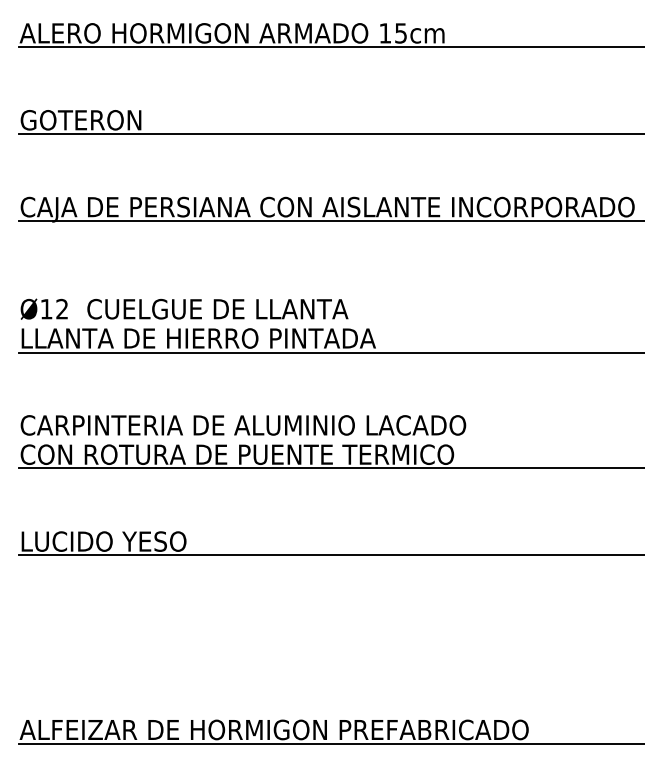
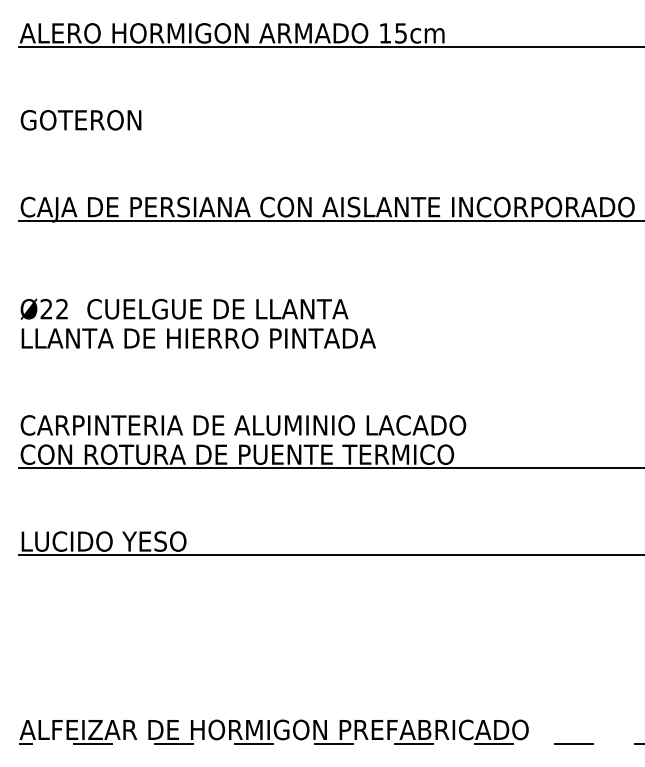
line at (330, 134): present -> none
text at (46, 308): Ø12 -> Ø22
line at (330, 352): present -> none
line at (331, 743): solid -> dashed
